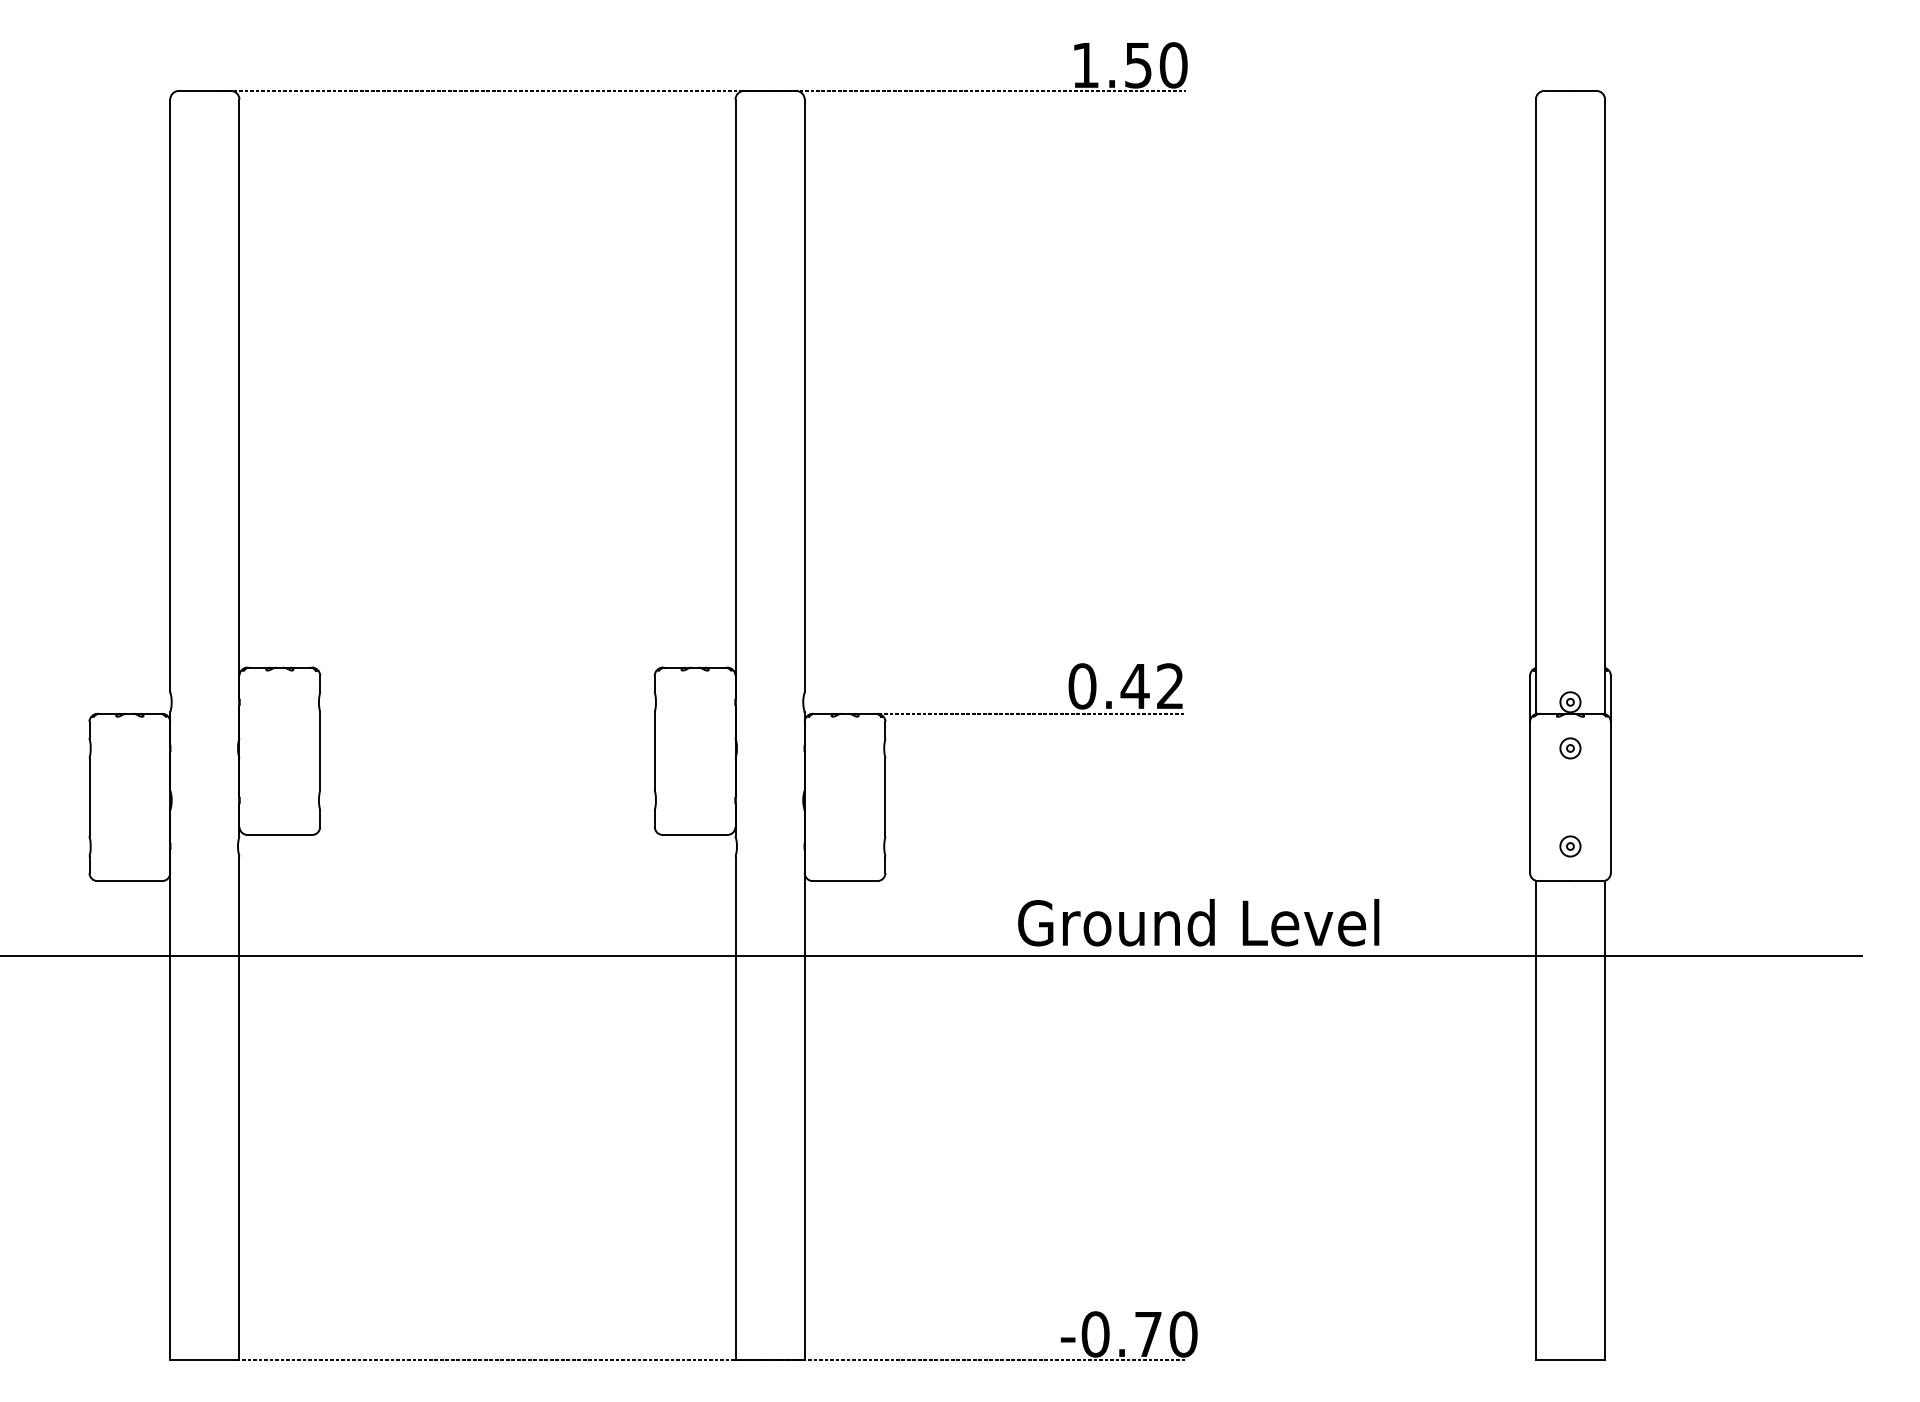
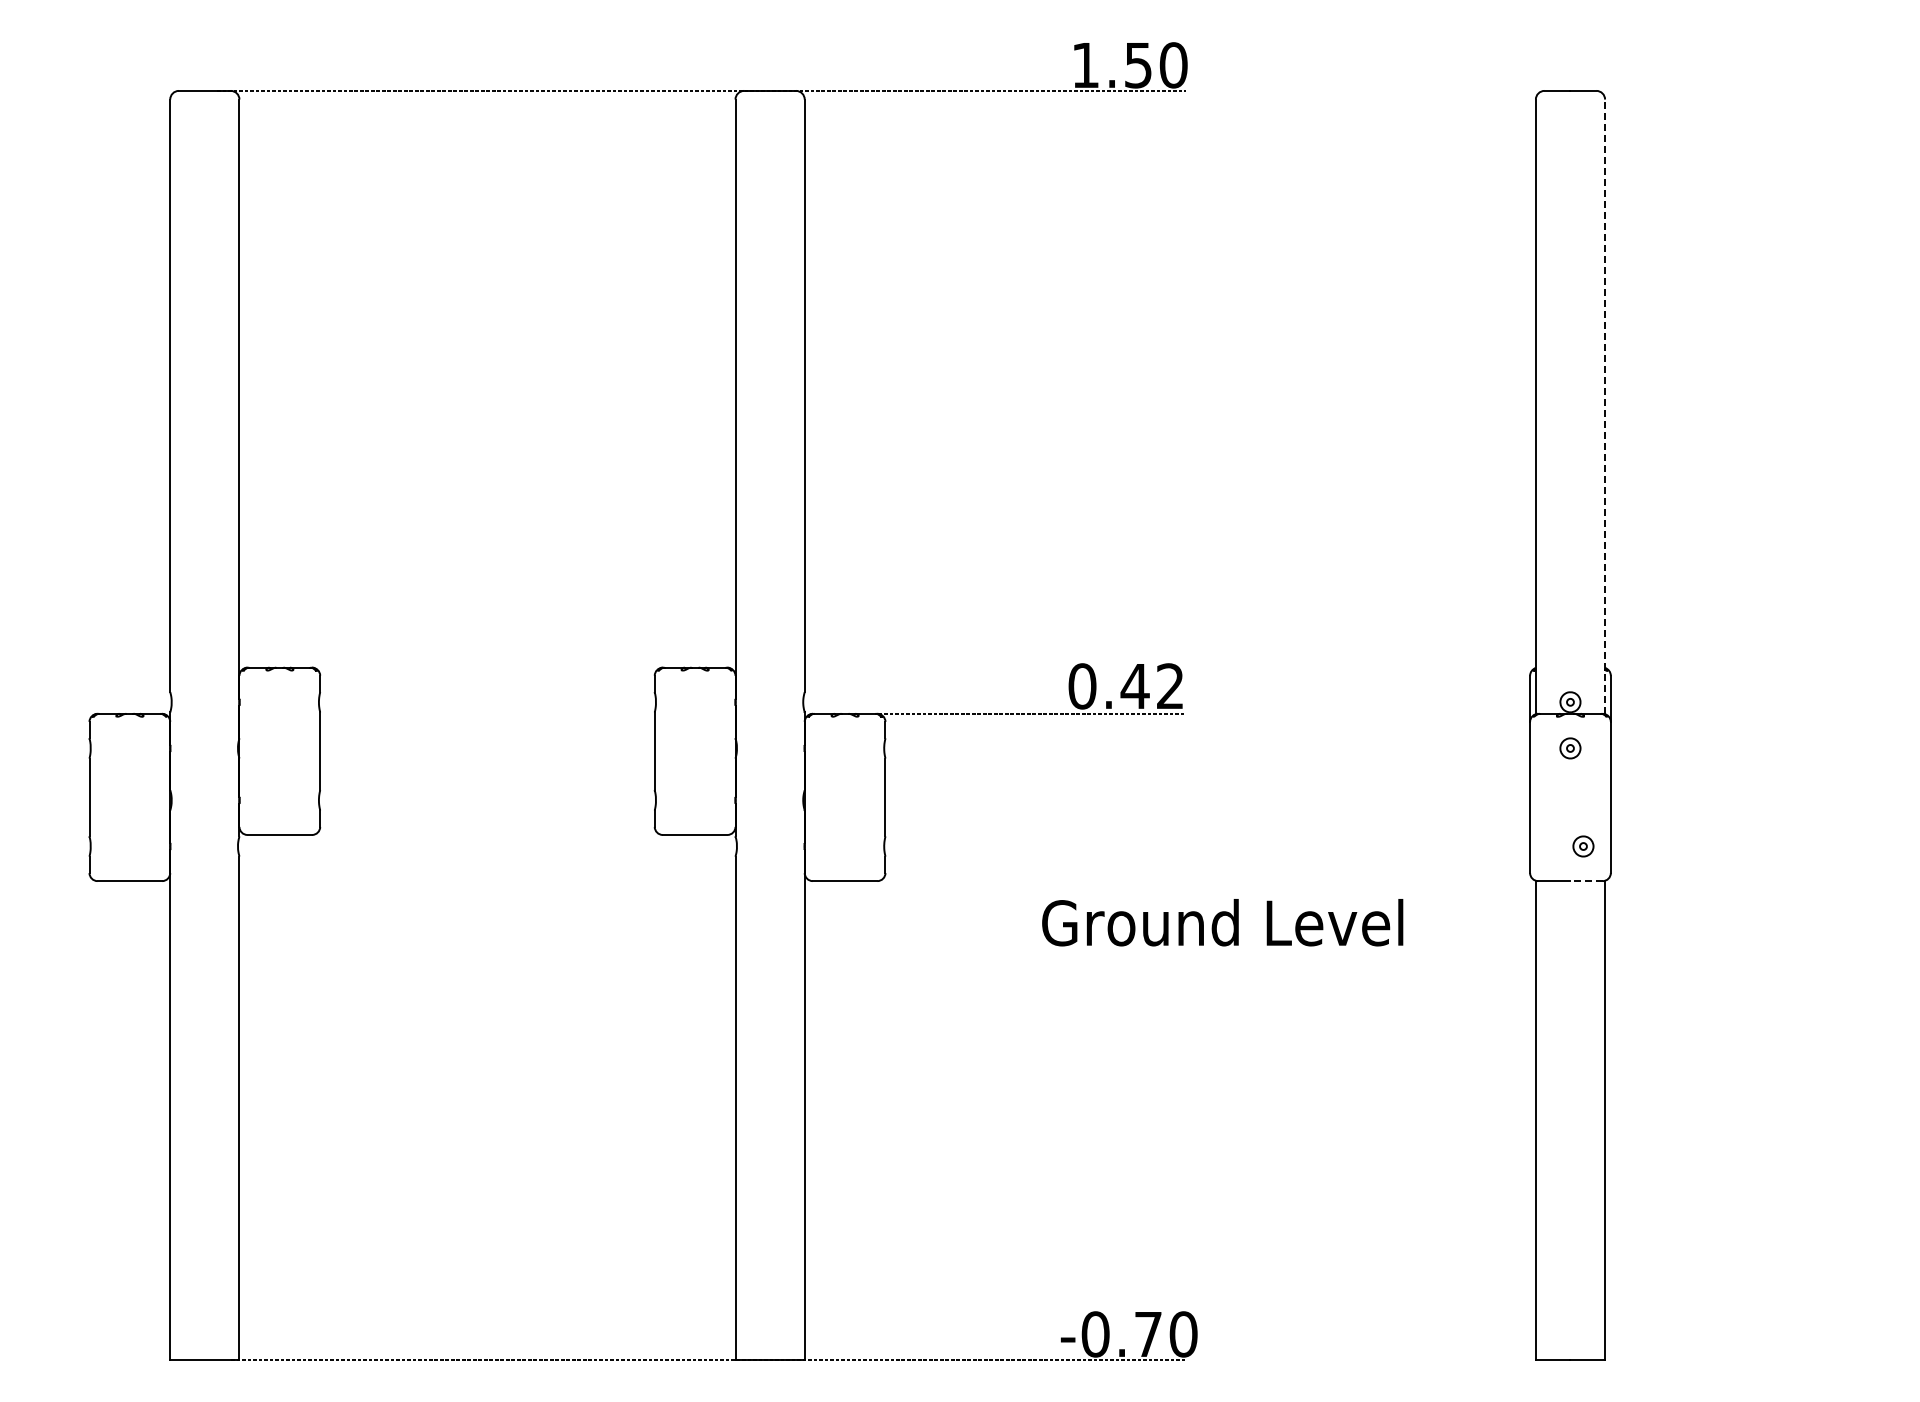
line at (1605, 406): solid -> dashed
part at (1570, 846) position: (1570, 846) -> (1583, 846)
line at (1586, 881): solid -> dashed
text at (1198, 922) position: (1198, 922) -> (1222, 922)
line at (932, 956): present -> none
